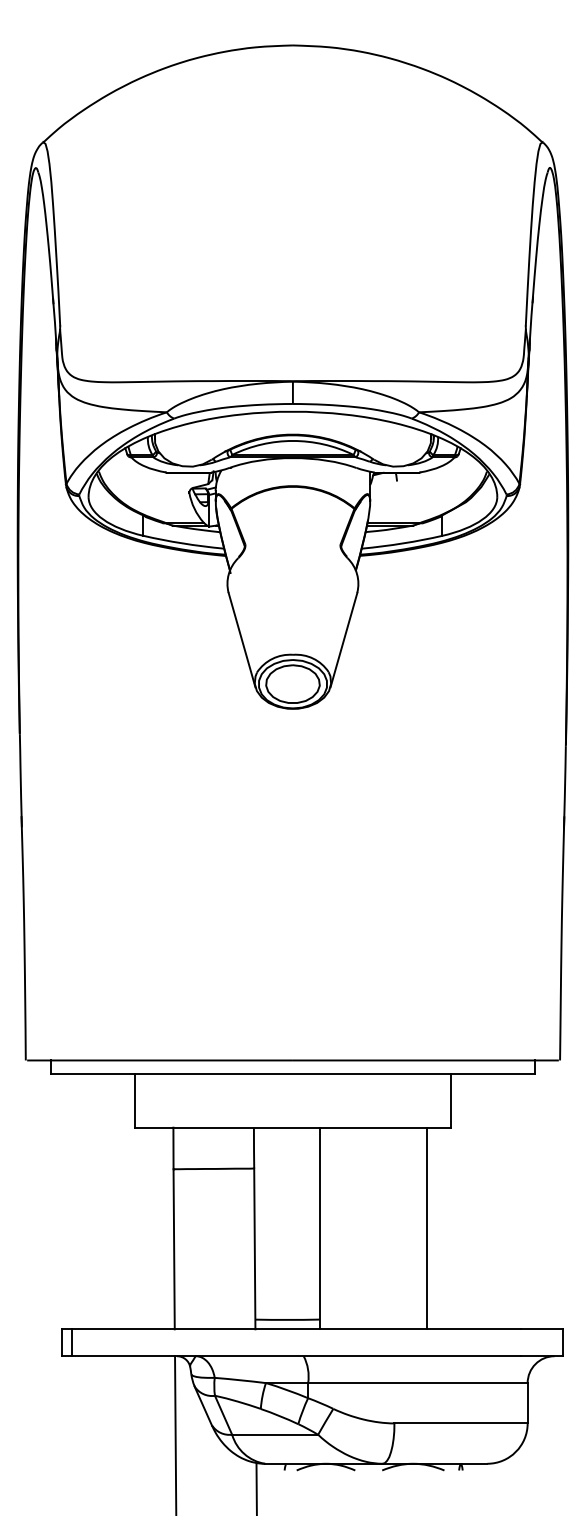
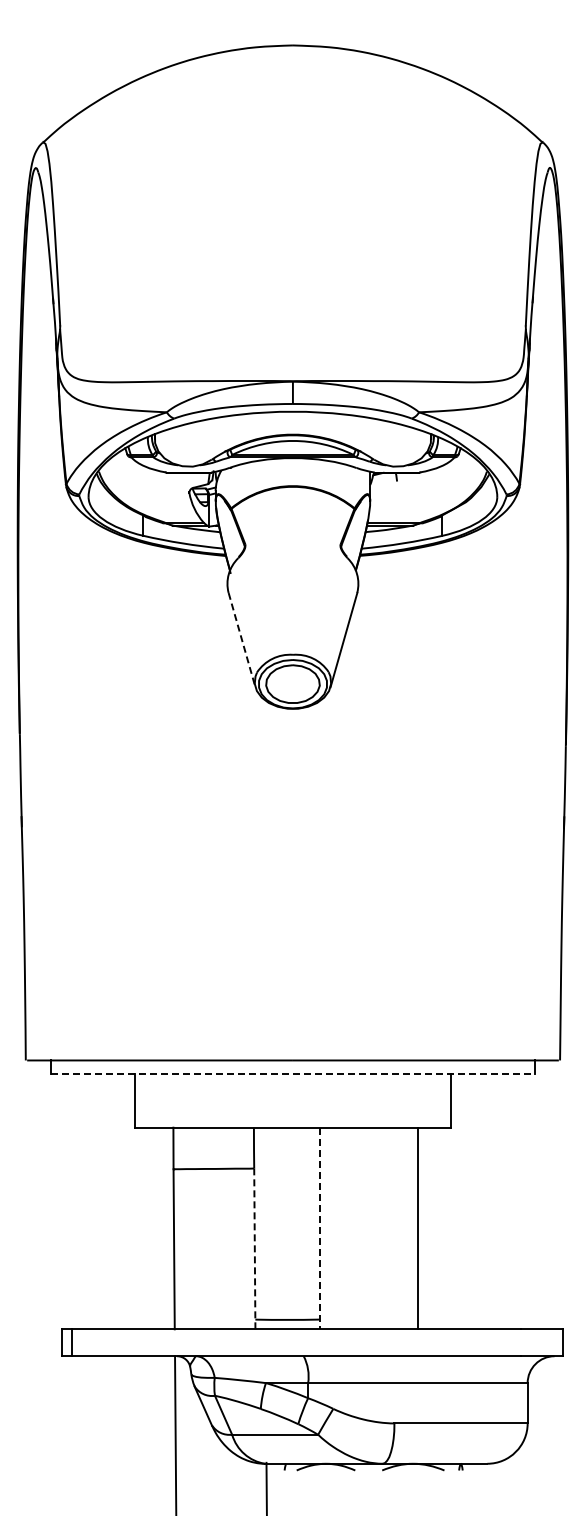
line at (242, 640): solid -> dashed
line at (292, 1073): solid -> dashed
line at (319, 1228): solid -> dashed
line at (427, 1228) position: (427, 1228) -> (418, 1228)
line at (254, 1248): solid -> dashed
line at (256, 1487) position: (256, 1487) -> (266, 1487)
